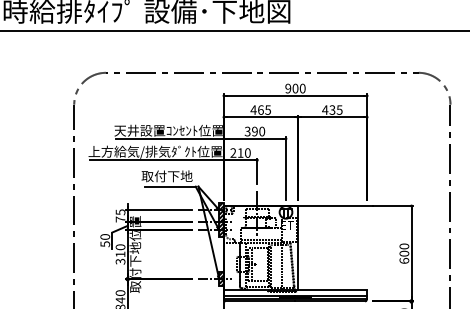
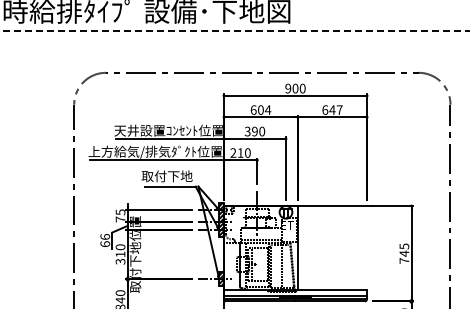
line at (235, 31): solid -> dashed
text at (260, 109): 465 -> 604
text at (332, 109): 435 -> 647
text at (104, 240): 50 -> 66
text at (404, 253): 600 -> 745
